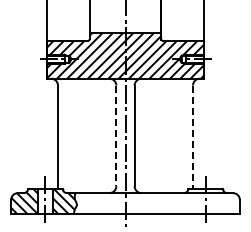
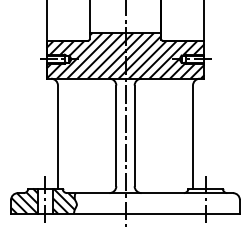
line at (116, 136): dashed -> solid
line at (193, 137): dashed -> solid
